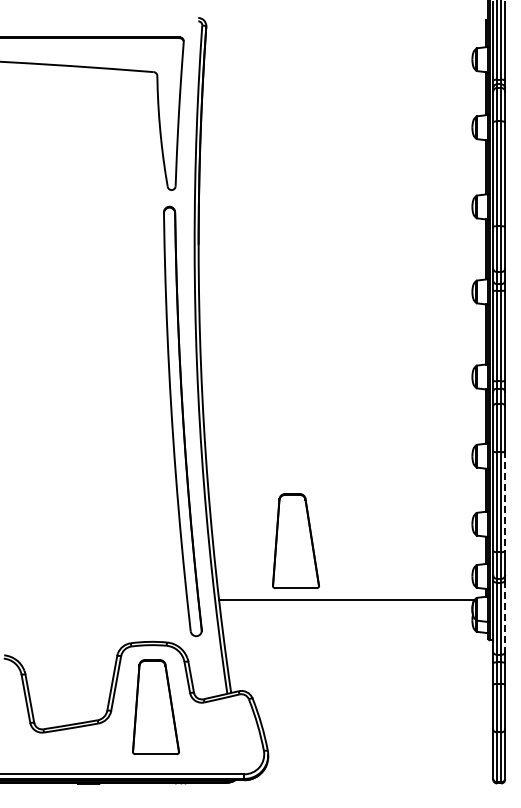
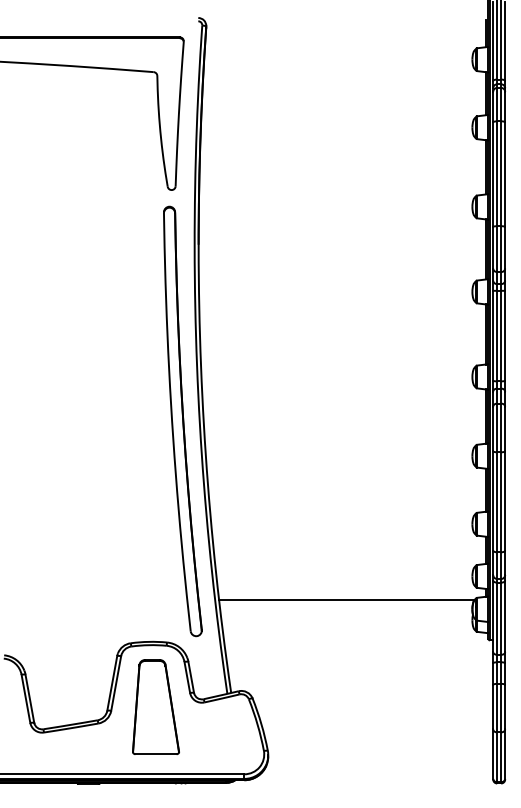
line at (505, 500): dashed -> solid
part at (295, 540): present -> none
line at (505, 616): dashed -> solid
